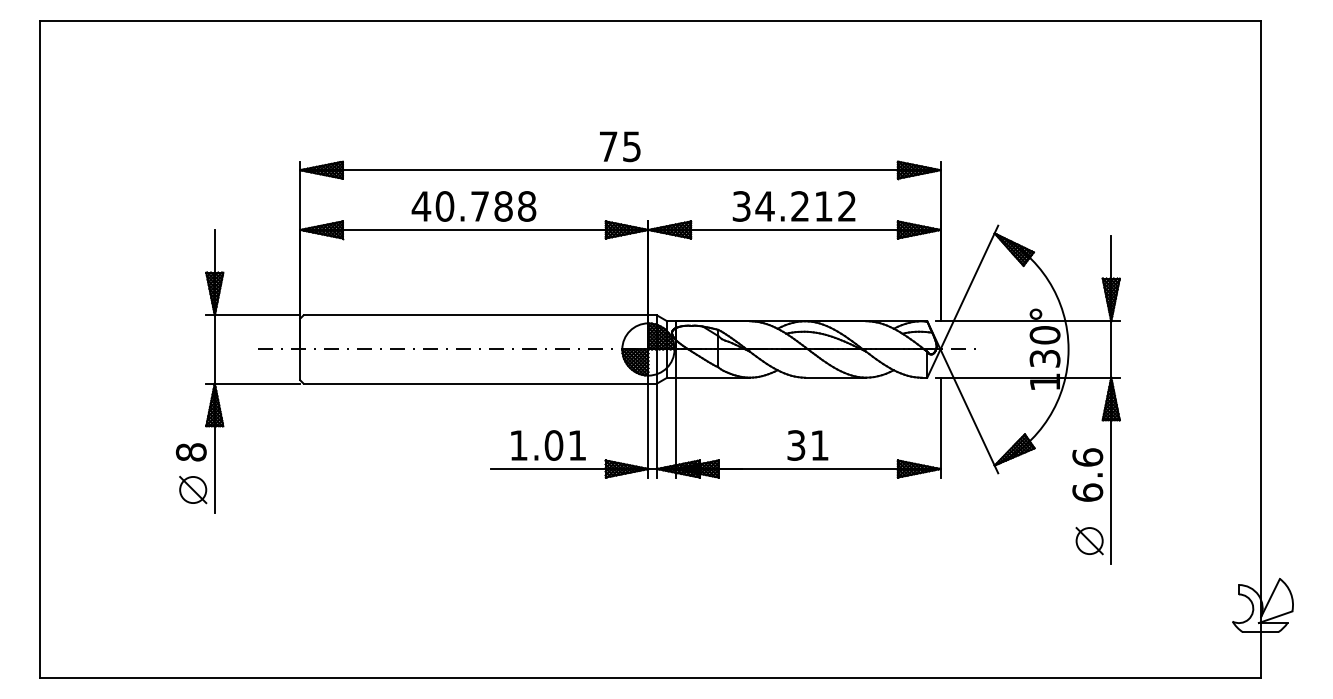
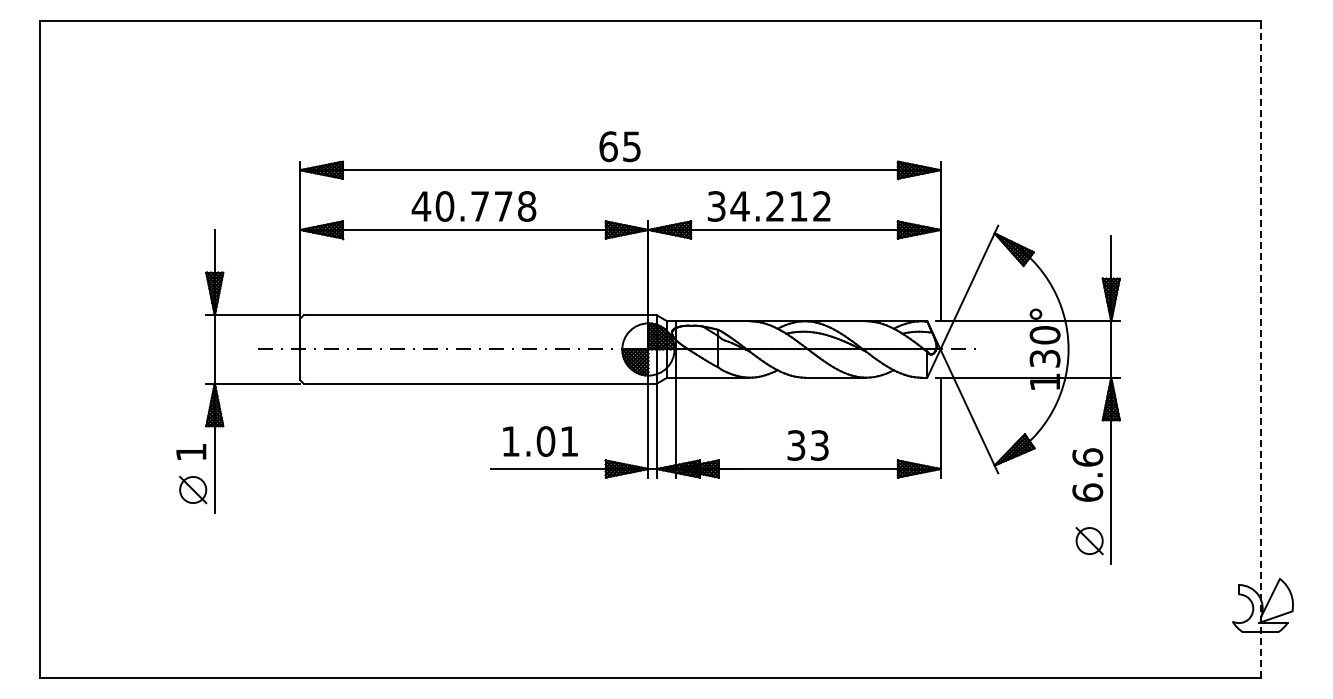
text at (608, 146): 75 -> 65
text at (503, 206): 40.788 -> 40.778
text at (793, 206) position: (793, 206) -> (768, 206)
line at (1260, 349): solid -> dashed
text at (548, 445) position: (548, 445) -> (540, 441)
text at (819, 445): 31 -> 33
text at (190, 452): 8 -> 1
